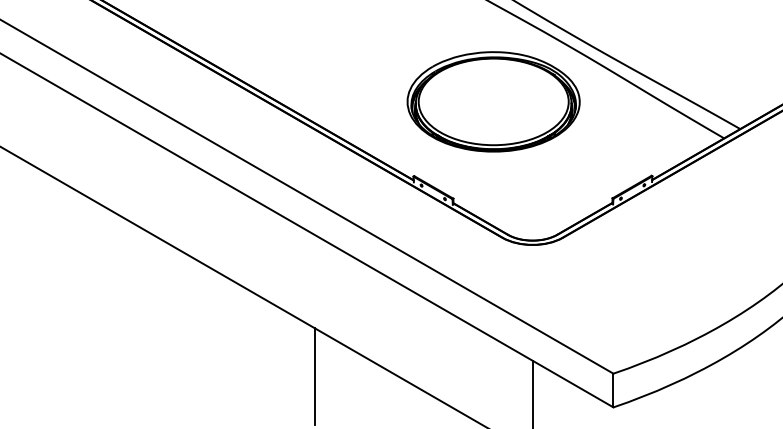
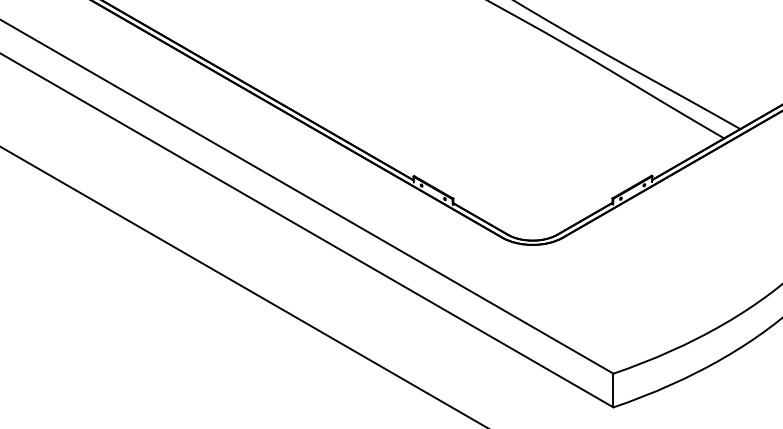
part at (493, 101): present -> none
line at (314, 376): present -> none
line at (532, 392): present -> none
